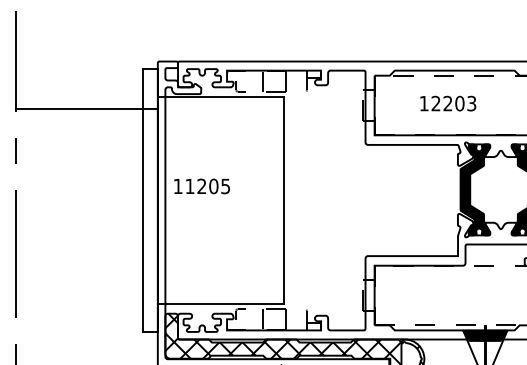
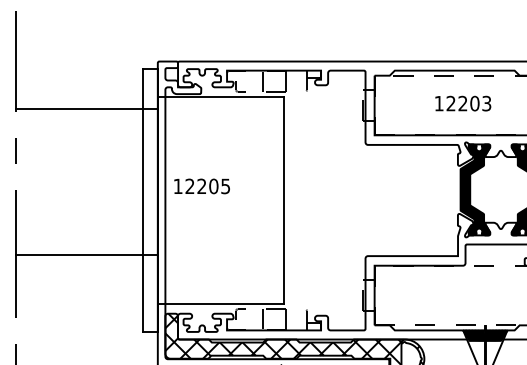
text at (448, 103) position: (448, 103) -> (463, 103)
text at (189, 185): 11205 -> 12205
line at (86, 255): none -> present
